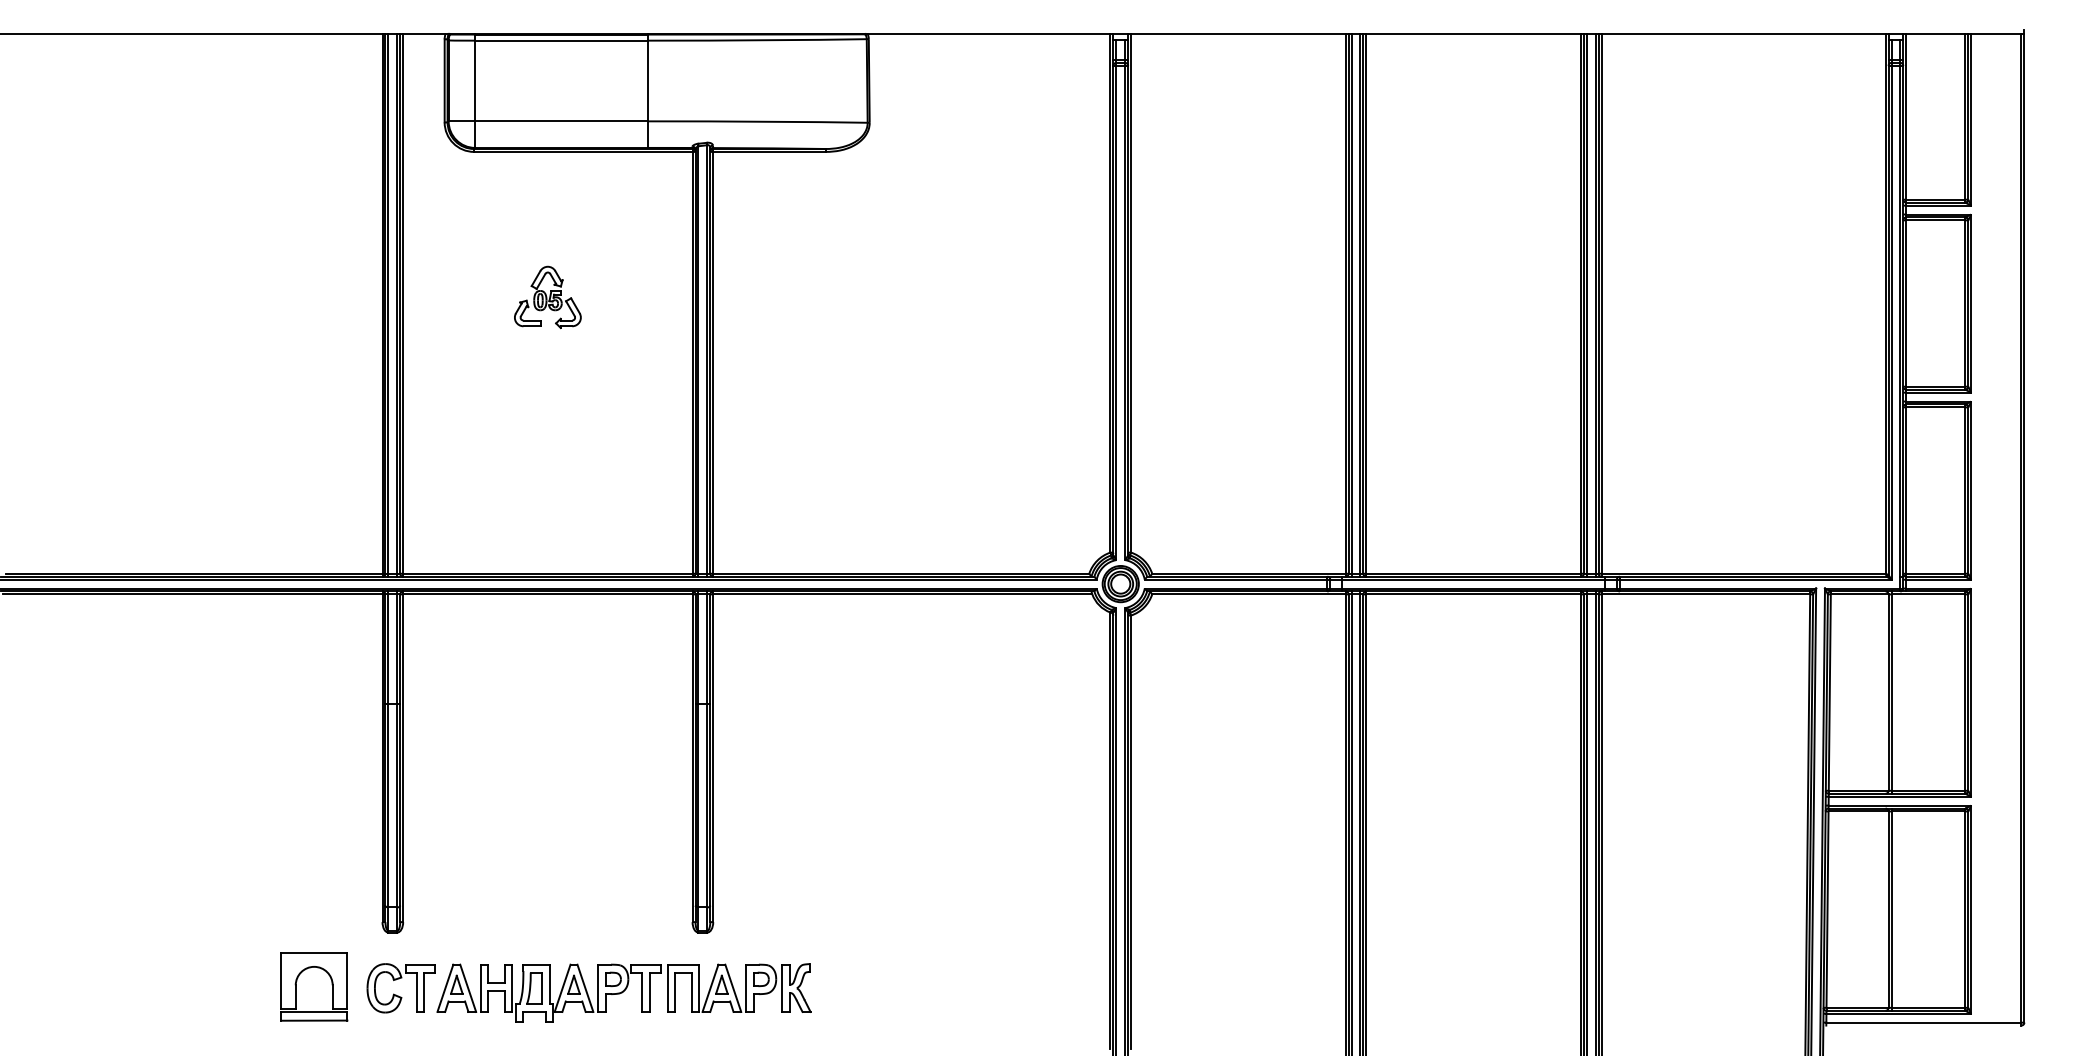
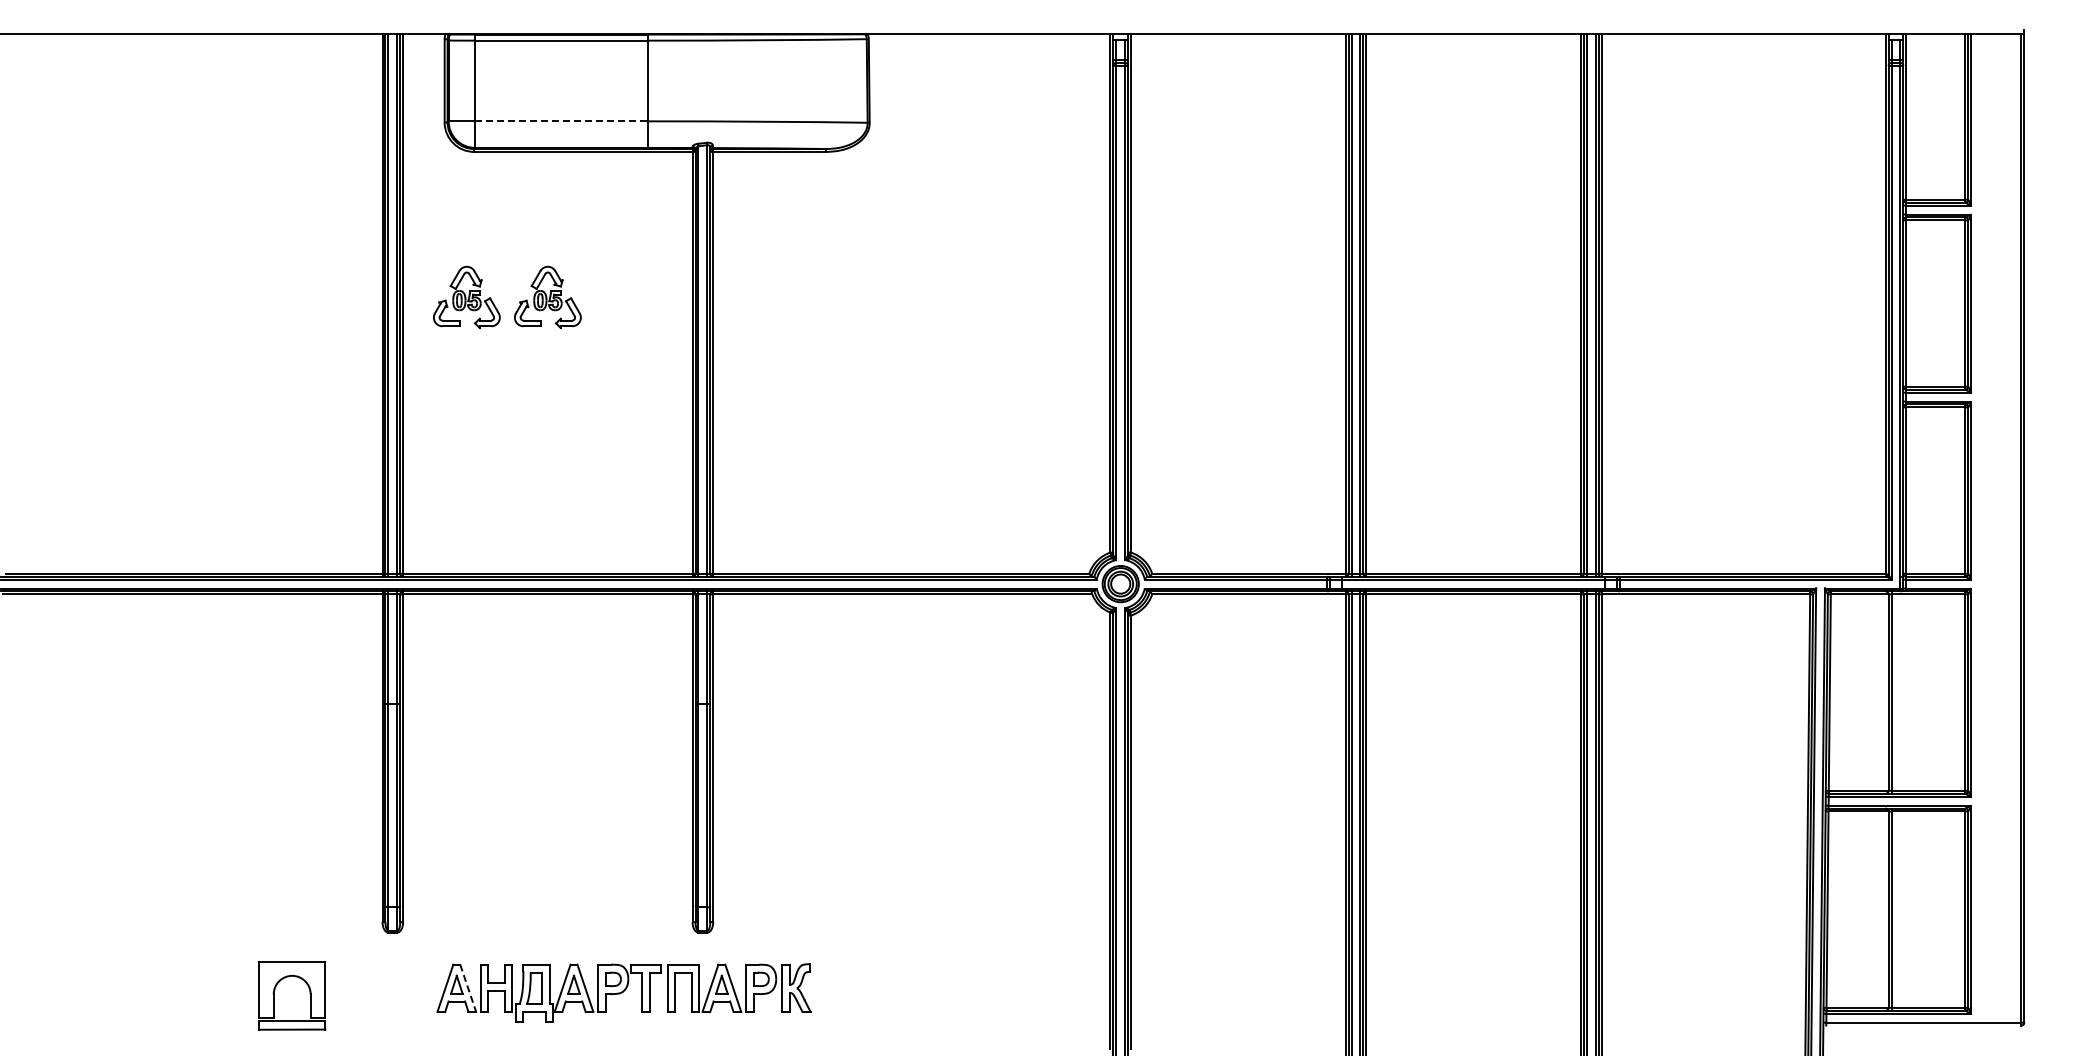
line at (561, 121): solid -> dashed
part at (466, 297): none -> present
part at (331, 984) position: (331, 984) -> (309, 993)
line at (468, 988): solid -> dashed
part at (396, 994): present -> none
